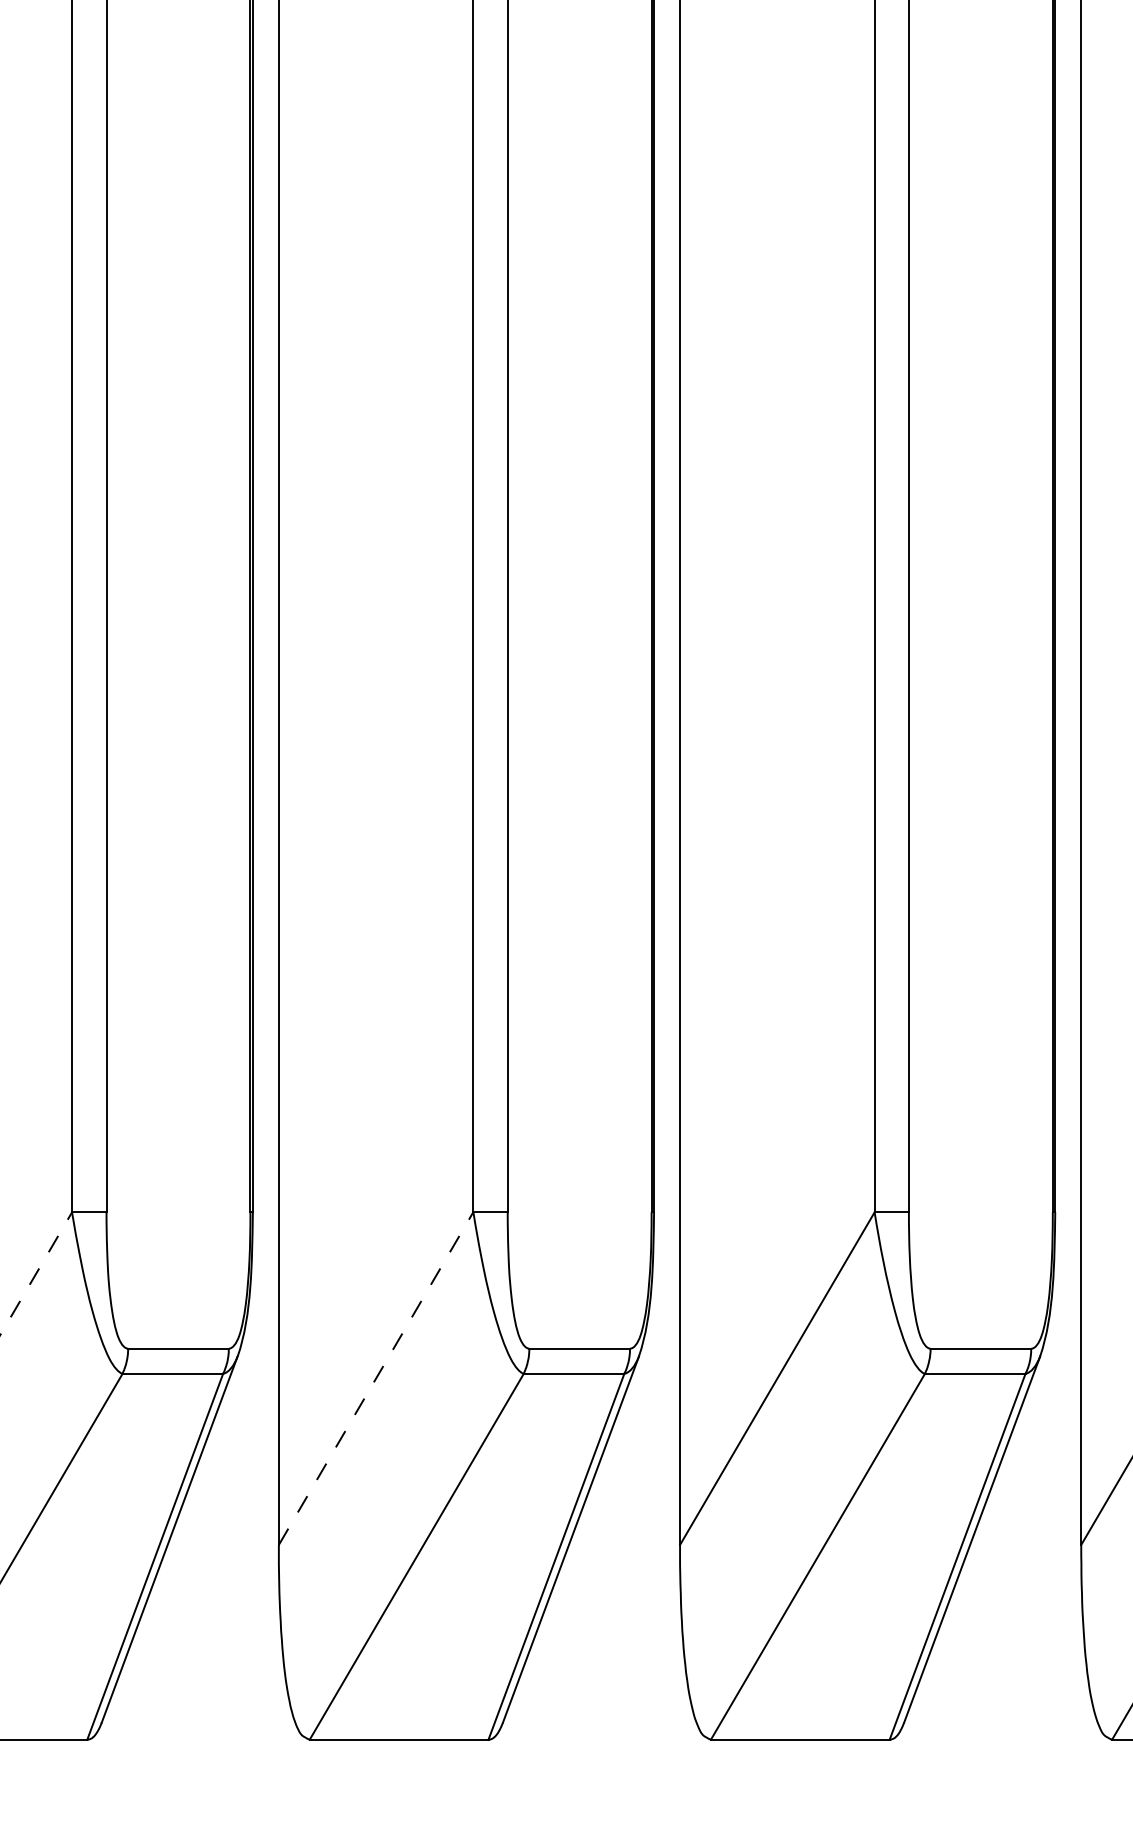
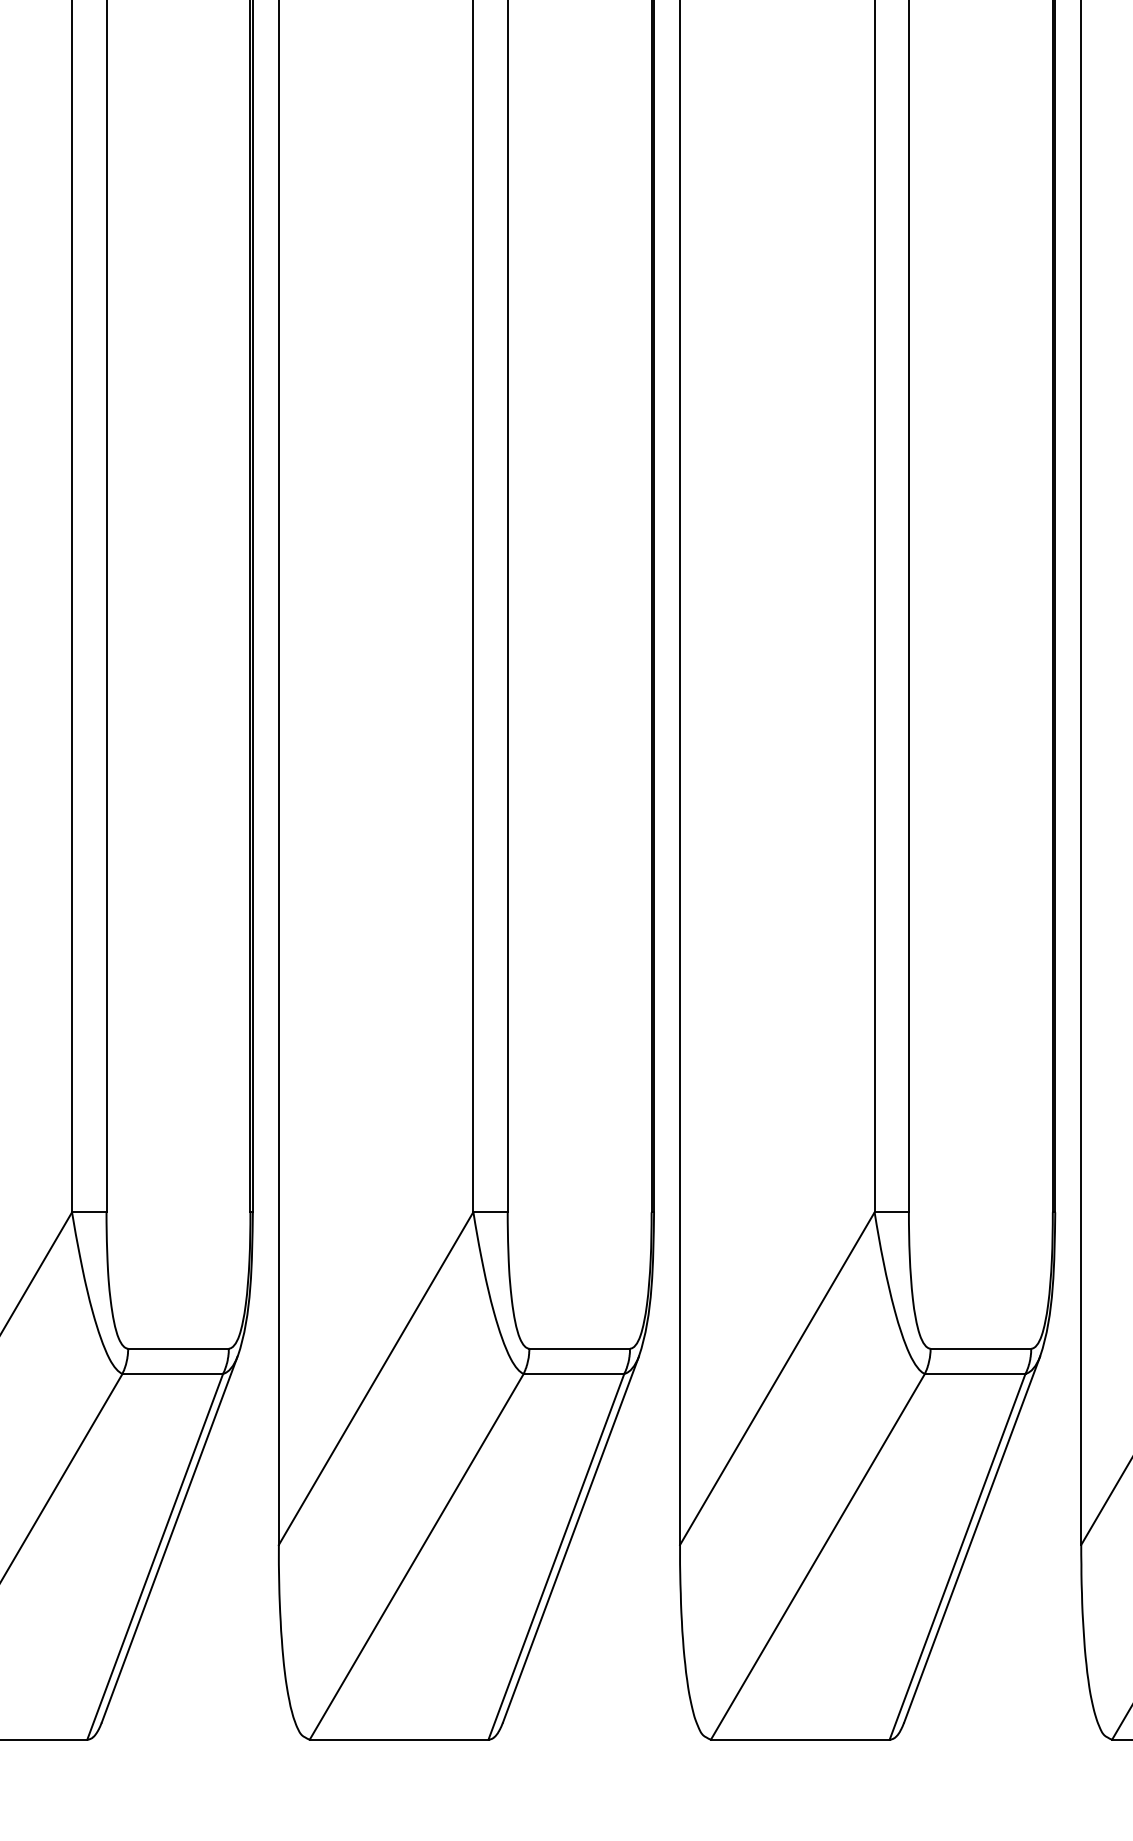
line at (36, 1273): dashed -> solid
line at (376, 1378): dashed -> solid
